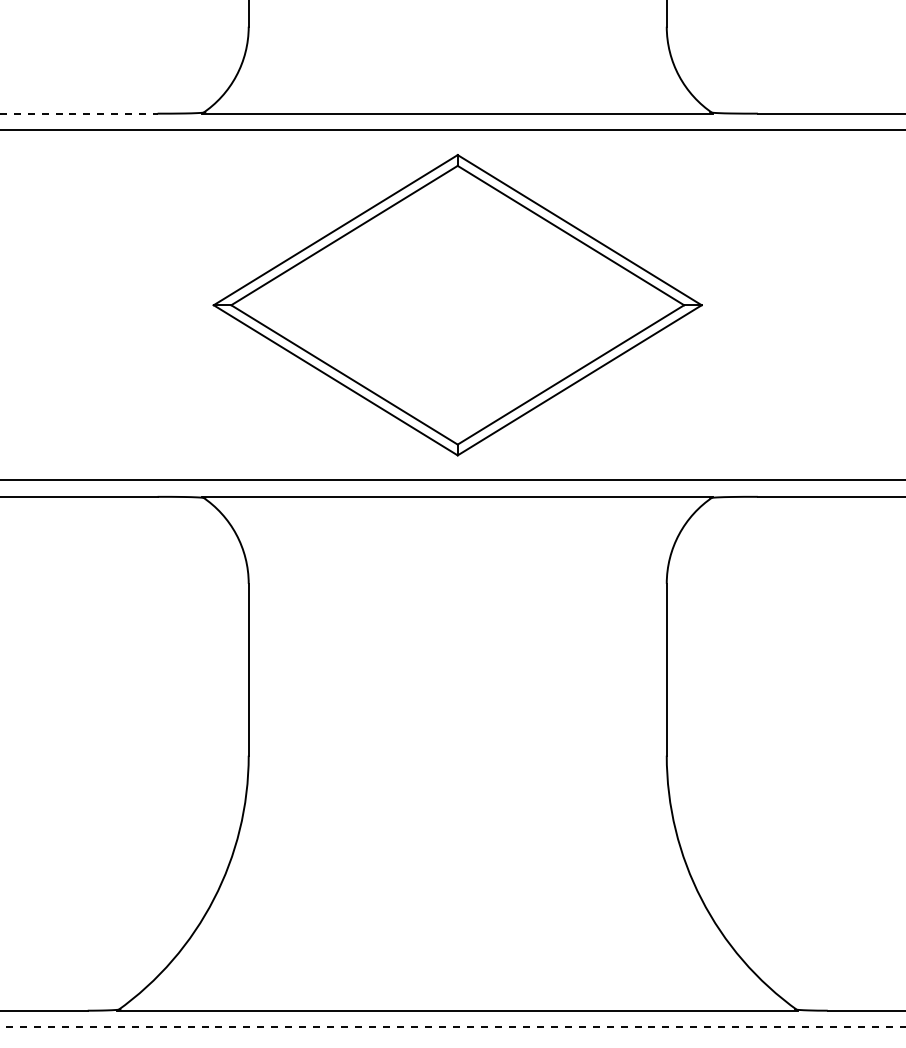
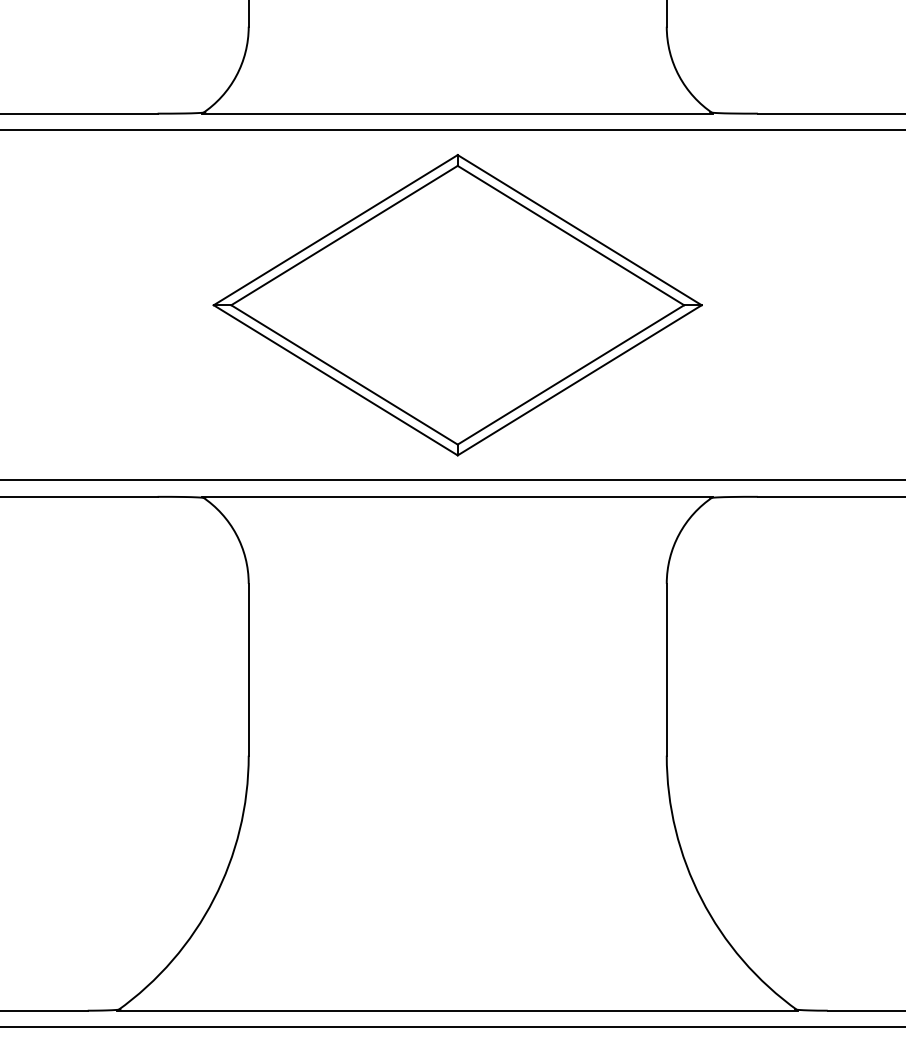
line at (79, 113): dashed -> solid
line at (452, 1027): dashed -> solid
